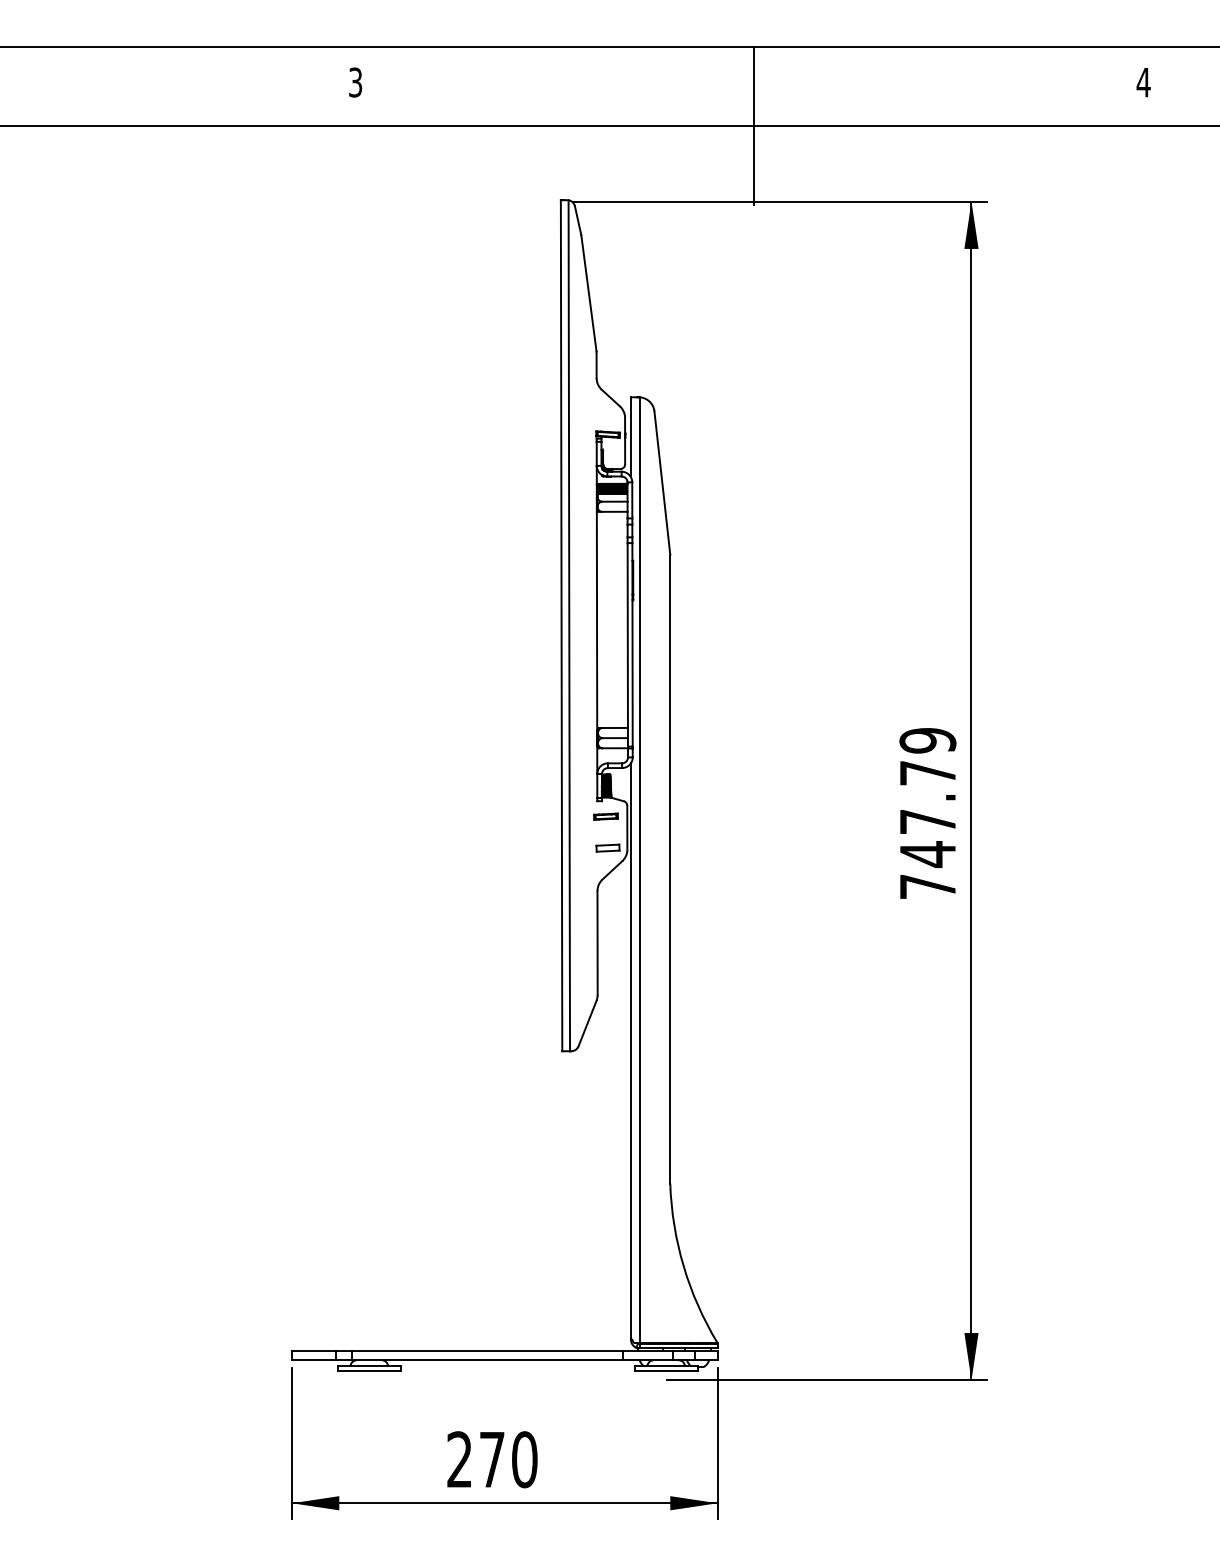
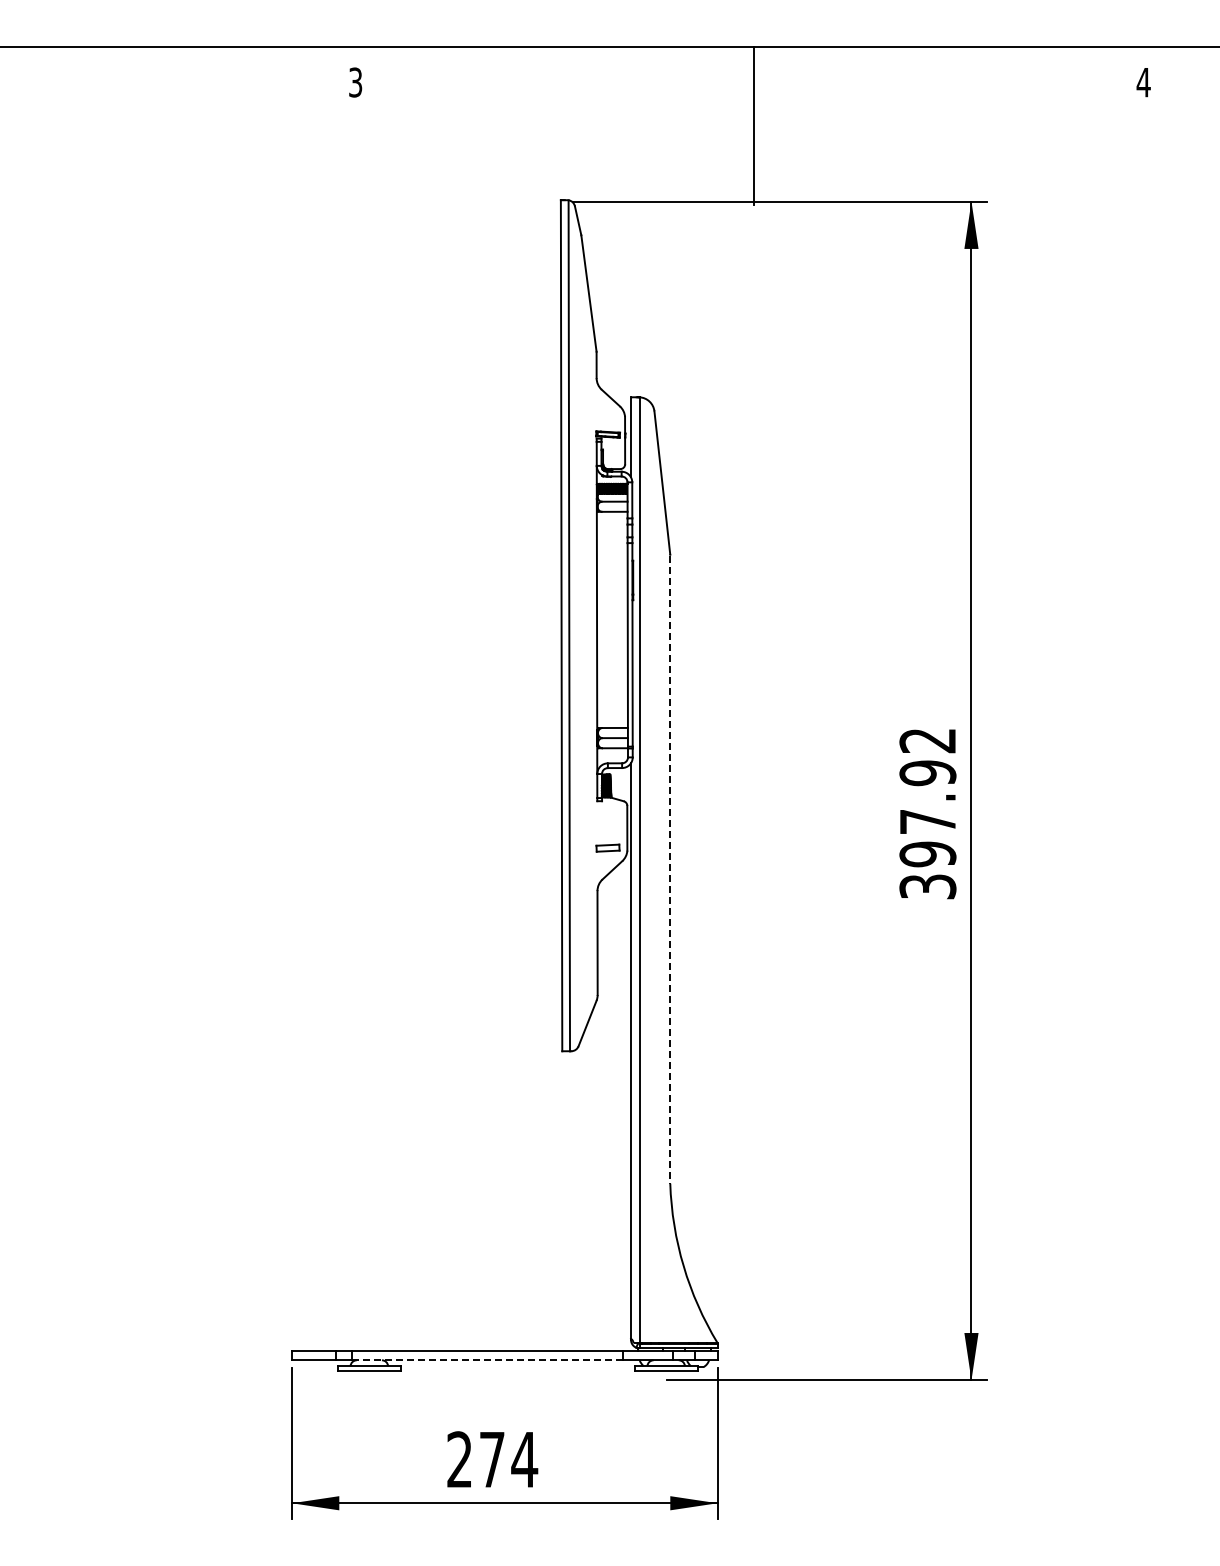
line at (609, 125): present -> none
text at (927, 813): 747.79 -> 397.92
part at (605, 816): present -> none
line at (670, 869): solid -> dashed
line at (487, 1360): solid -> dashed
text at (524, 1459): 270 -> 274
